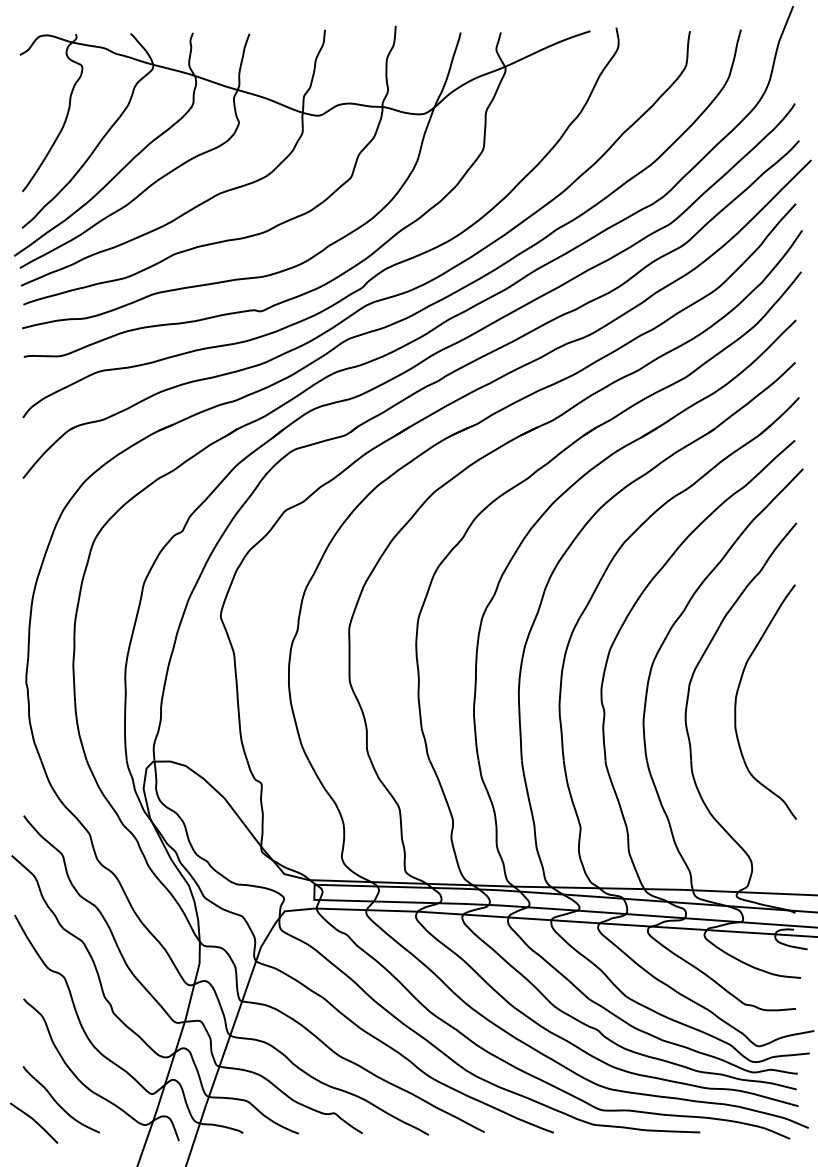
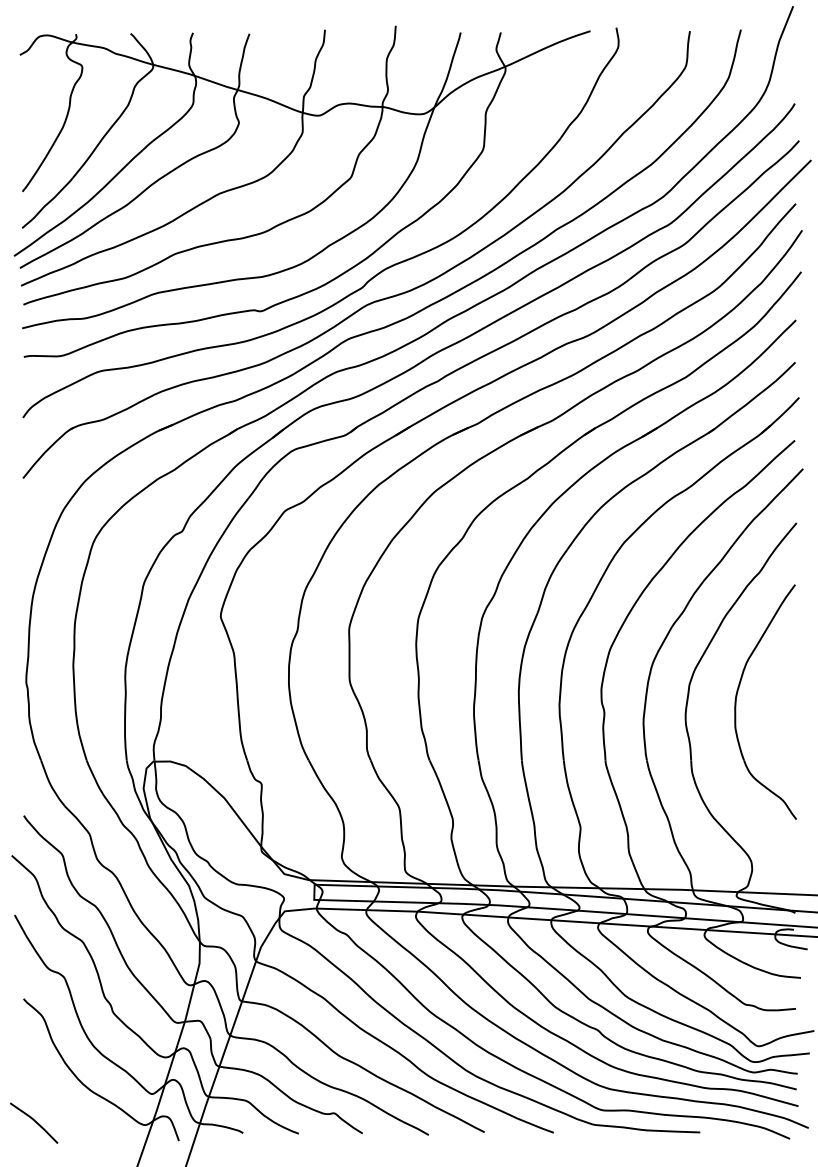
curve at (57, 1102): present -> none
